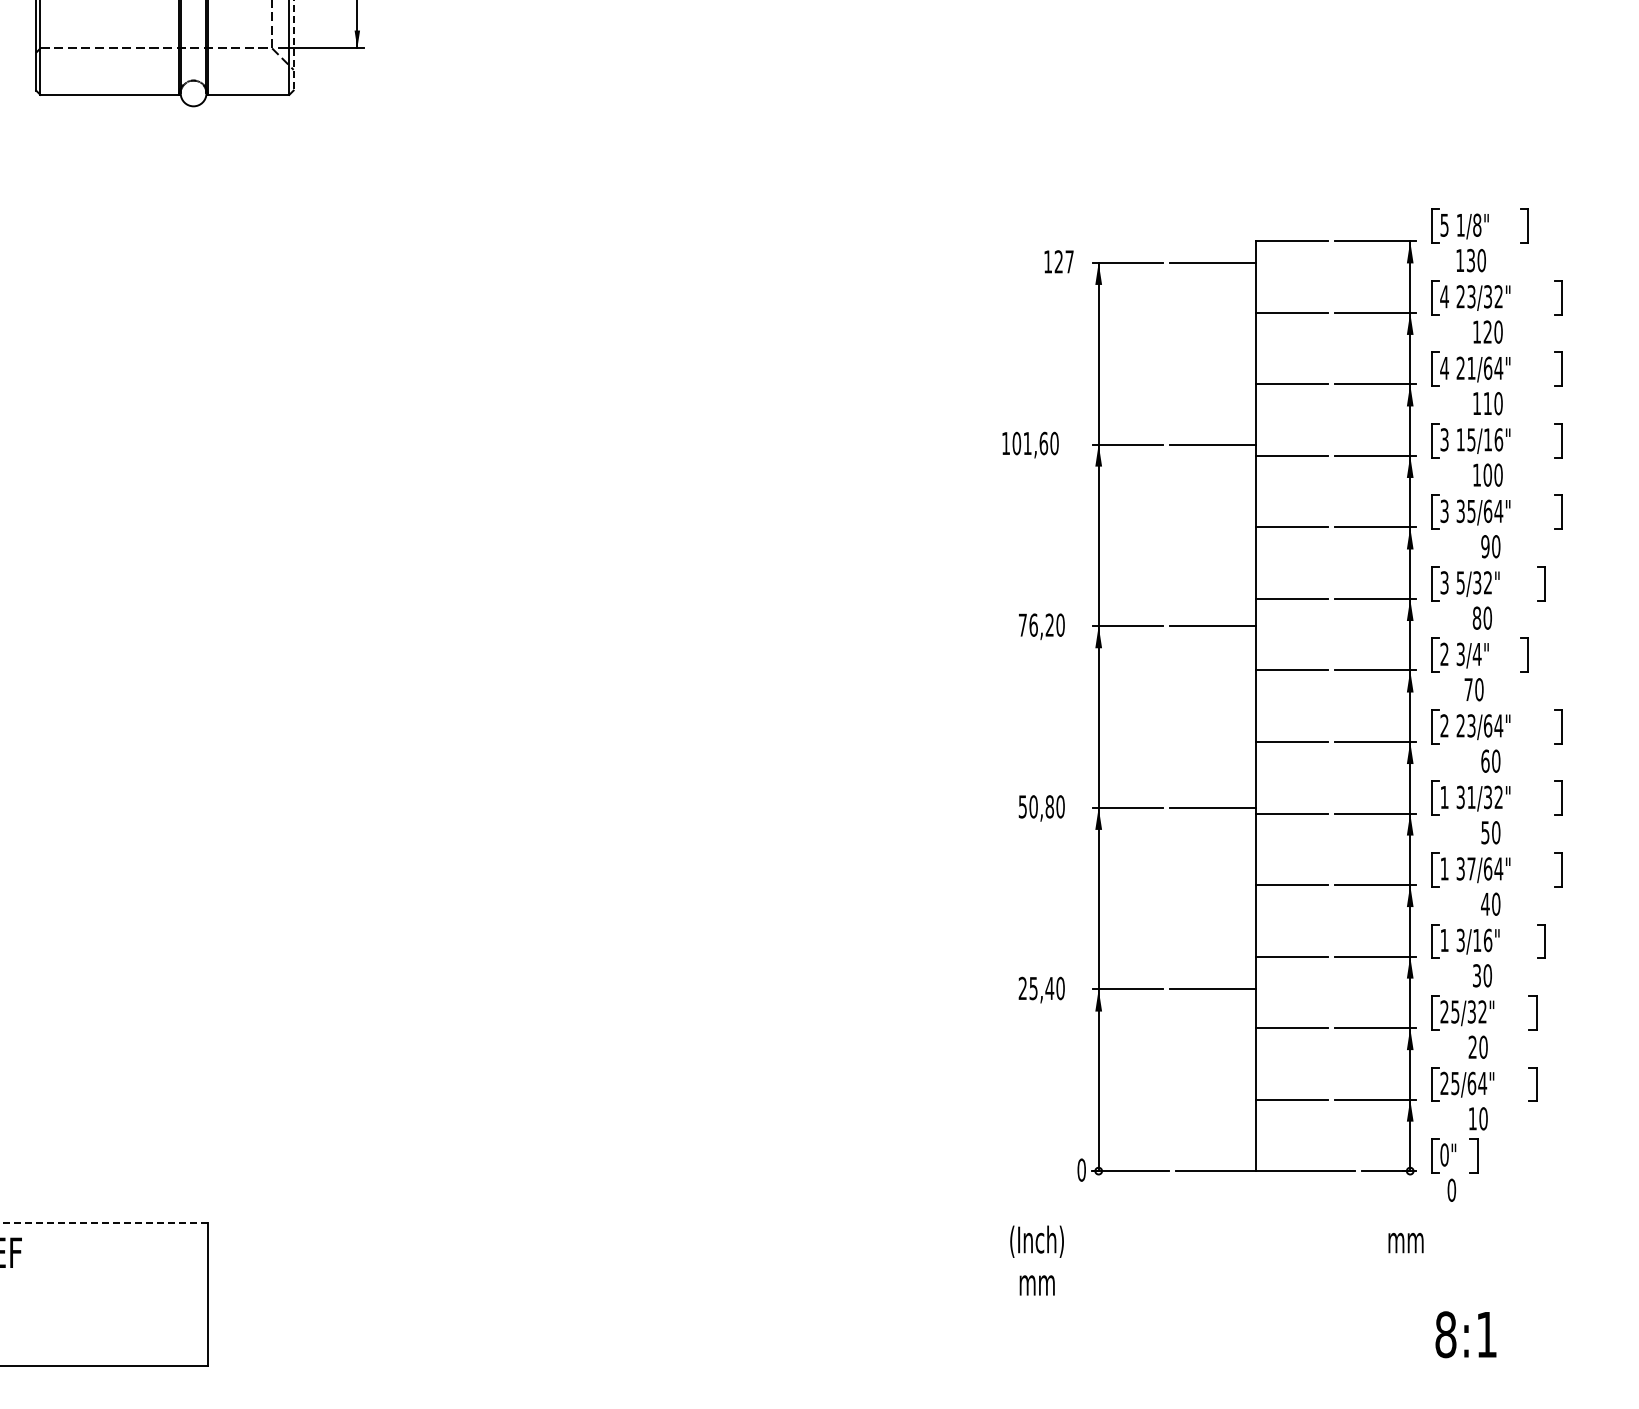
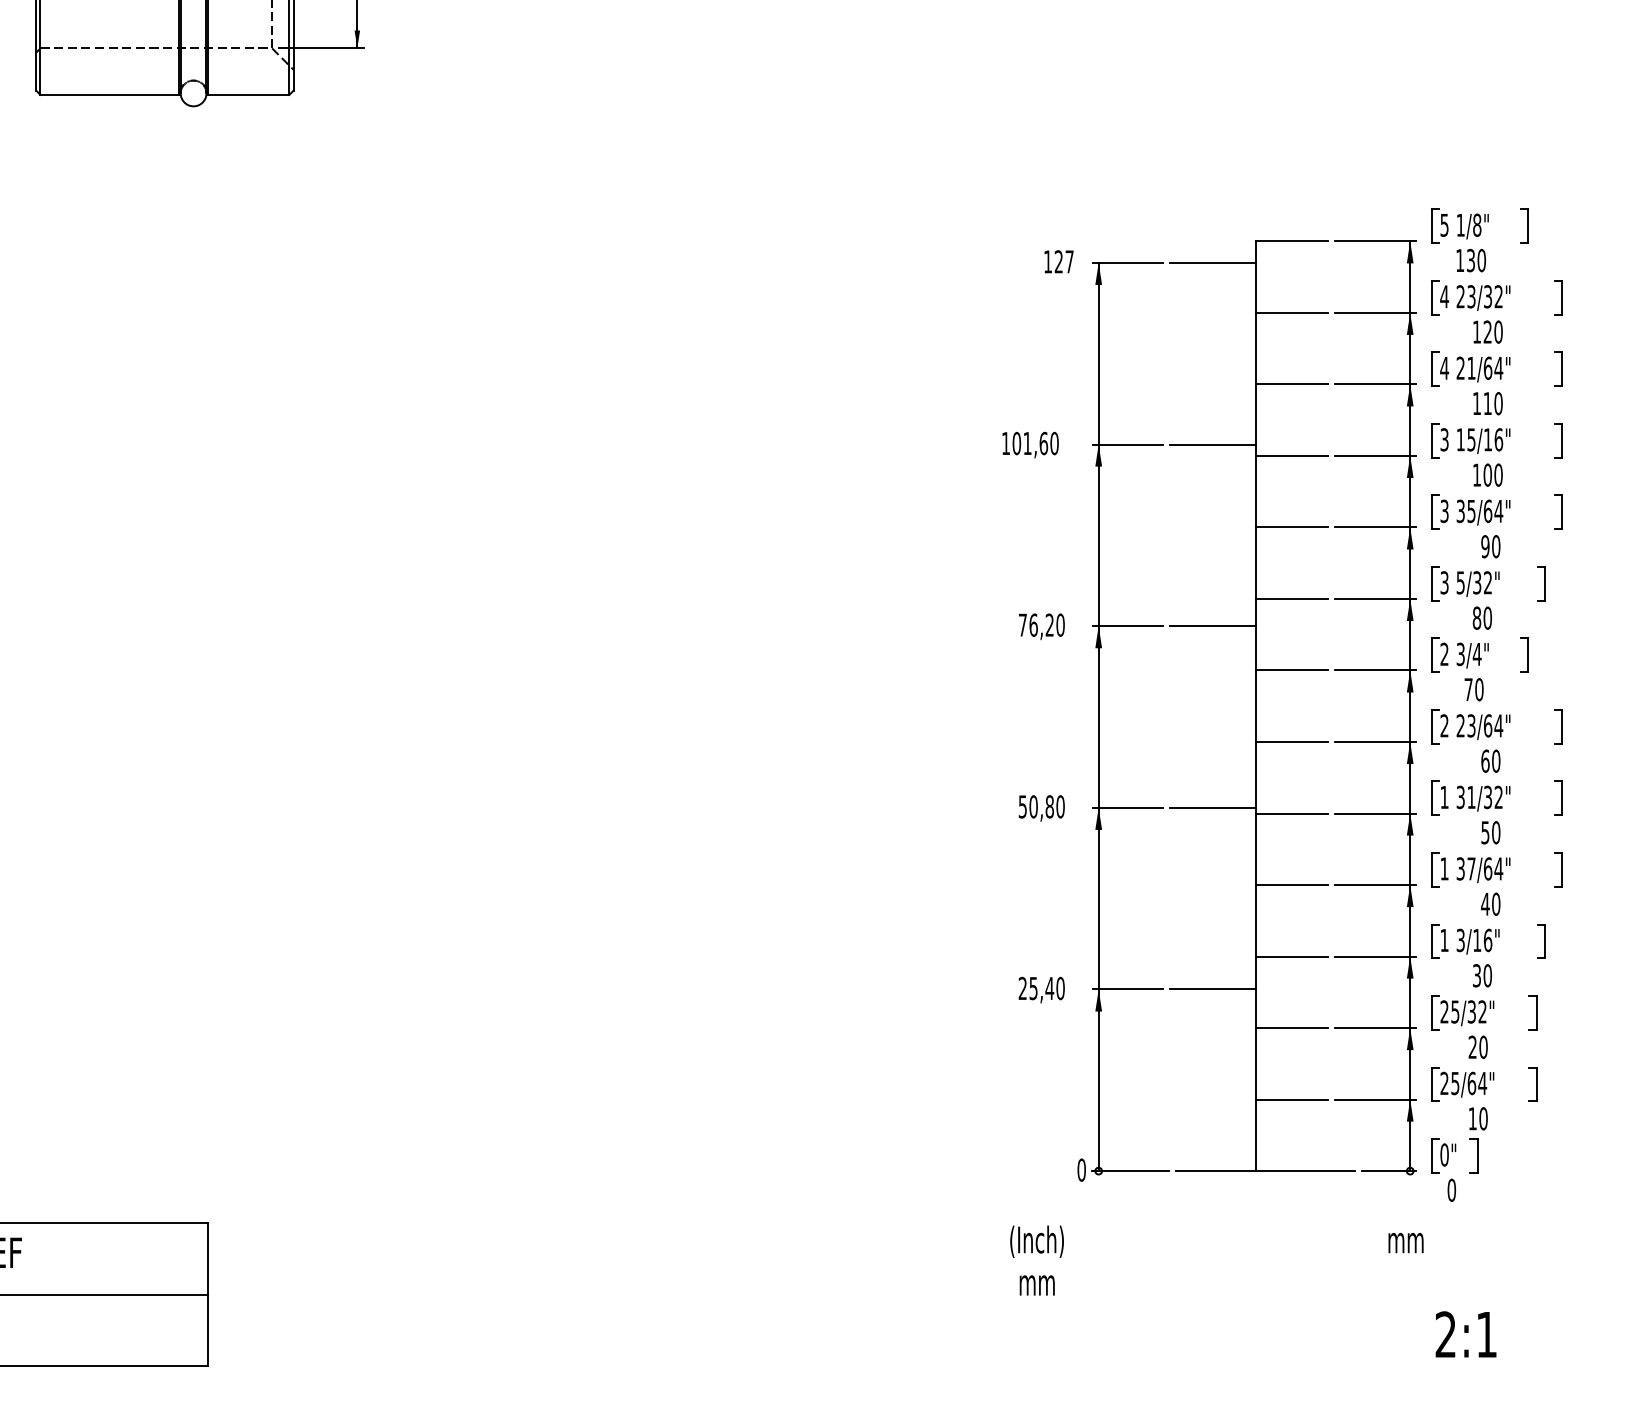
line at (293, 45): dashed -> solid
line at (104, 1223): dashed -> solid
line at (105, 1294): none -> present
text at (1445, 1334): 8:1 -> 2:1
